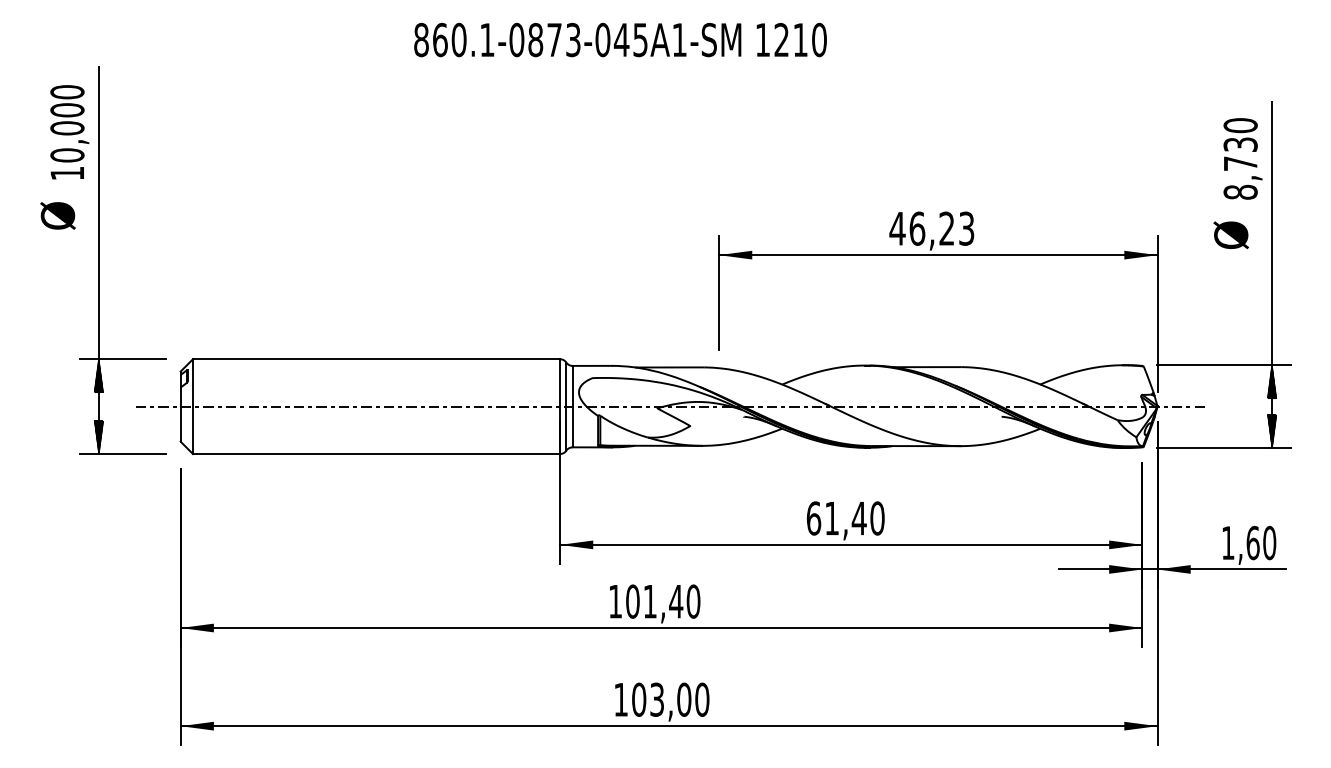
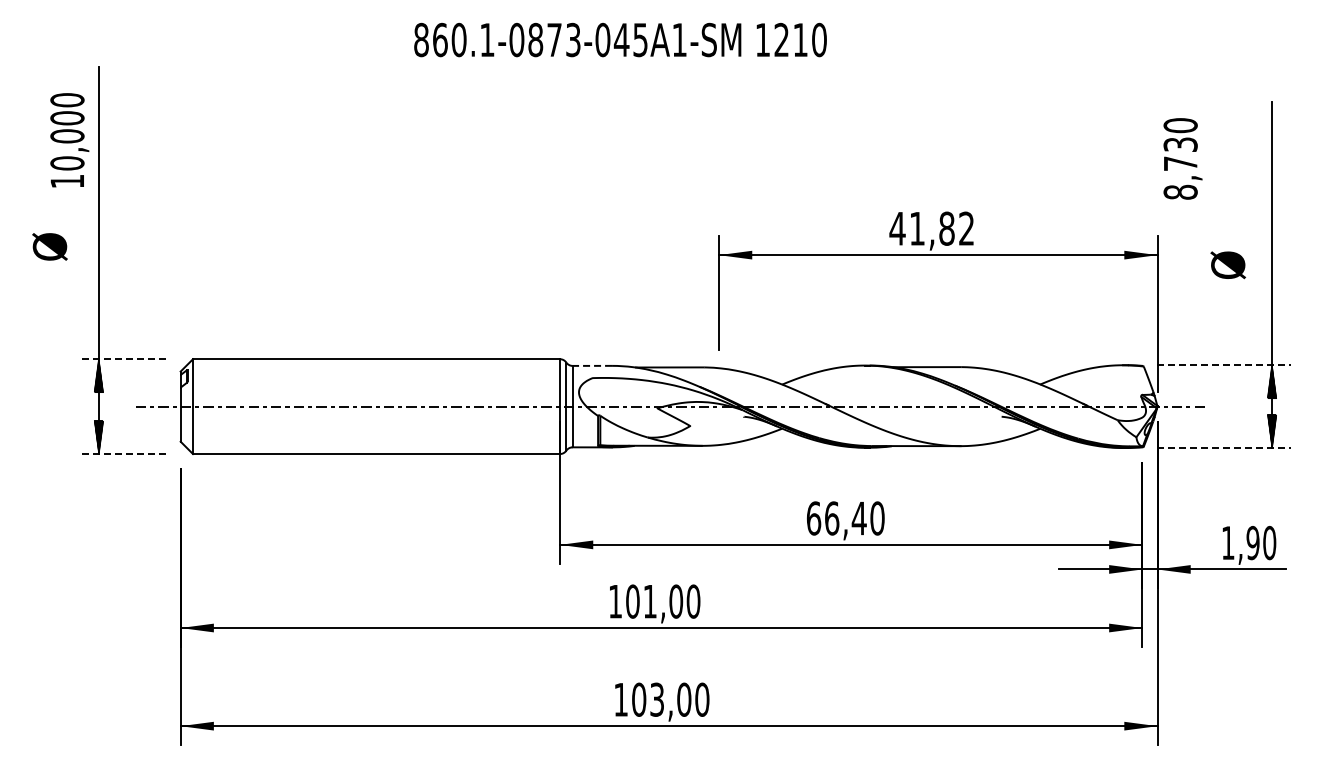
text at (69, 132) position: (69, 132) -> (69, 140)
text at (1242, 158) position: (1242, 158) -> (1182, 158)
text at (57, 215) position: (57, 215) -> (49, 246)
text at (941, 228): 46,23 -> 41,82
text at (1230, 235) position: (1230, 235) -> (1227, 265)
line at (122, 359): solid -> dashed
line at (592, 365): solid -> dashed
line at (1224, 365): solid -> dashed
line at (1224, 448): solid -> dashed
line at (122, 454): solid -> dashed
text at (832, 518): 61,40 -> 66,40
text at (1252, 542): 1,60 -> 1,90
text at (676, 601): 101,40 -> 101,00
